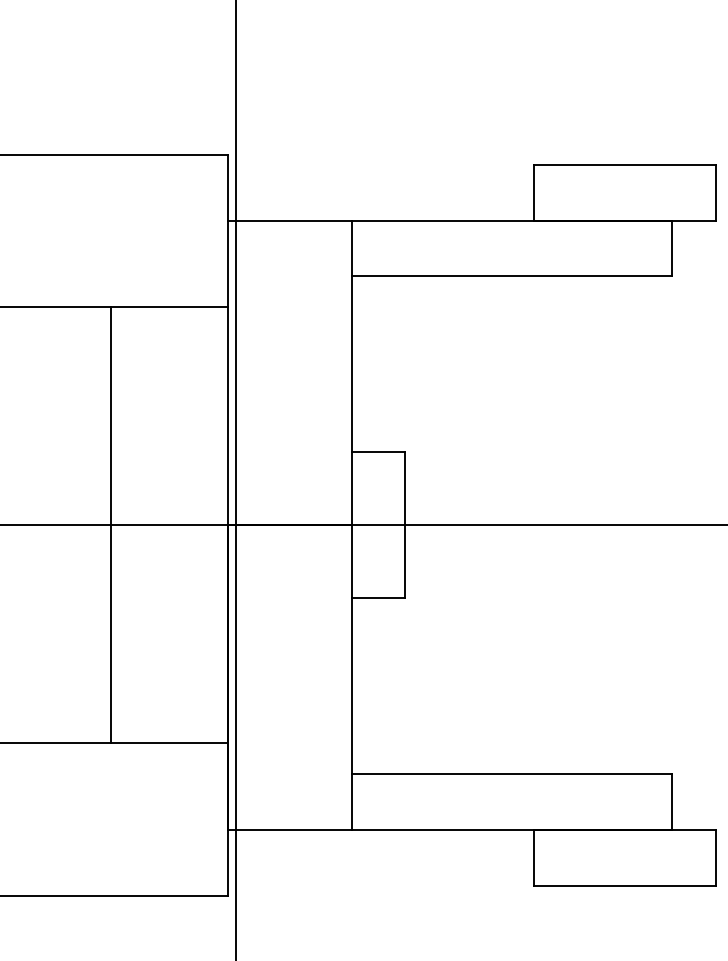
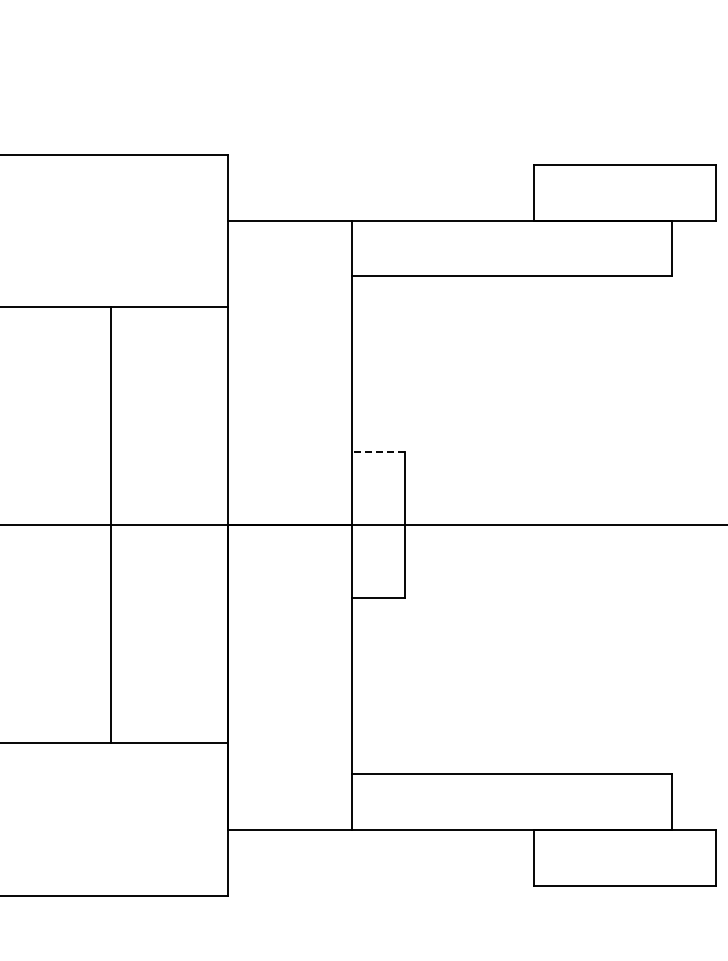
line at (378, 452): solid -> dashed
line at (236, 479): present -> none
